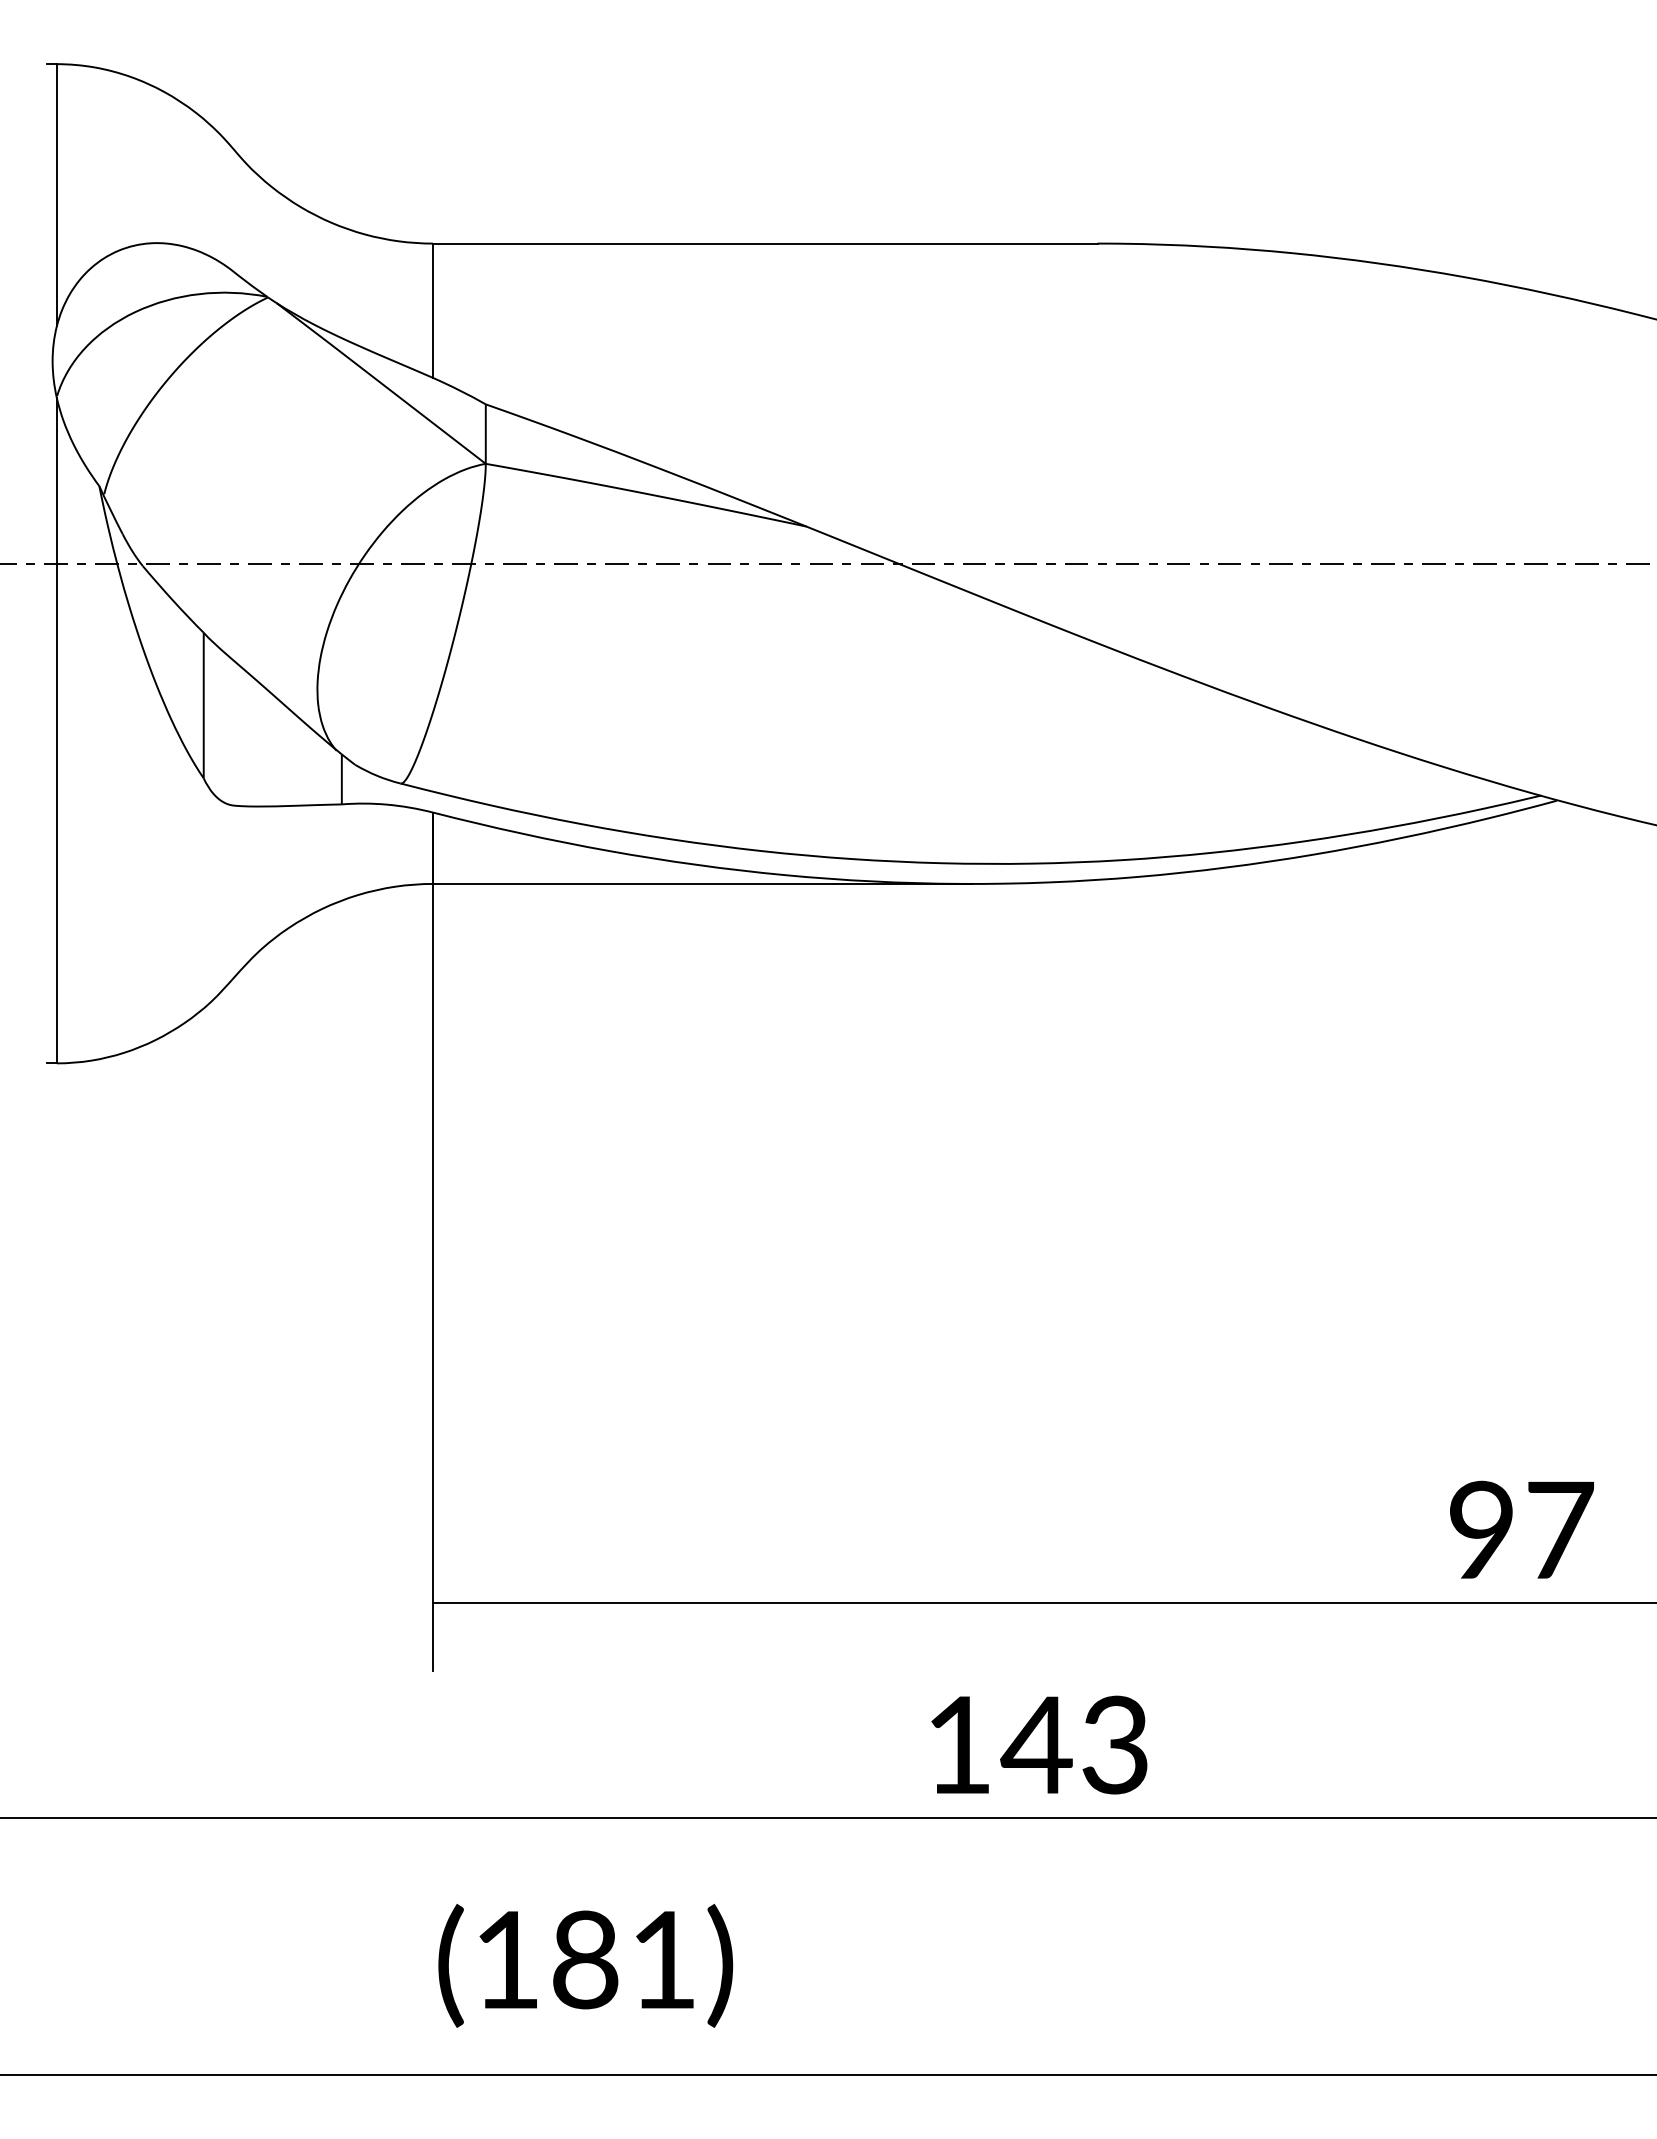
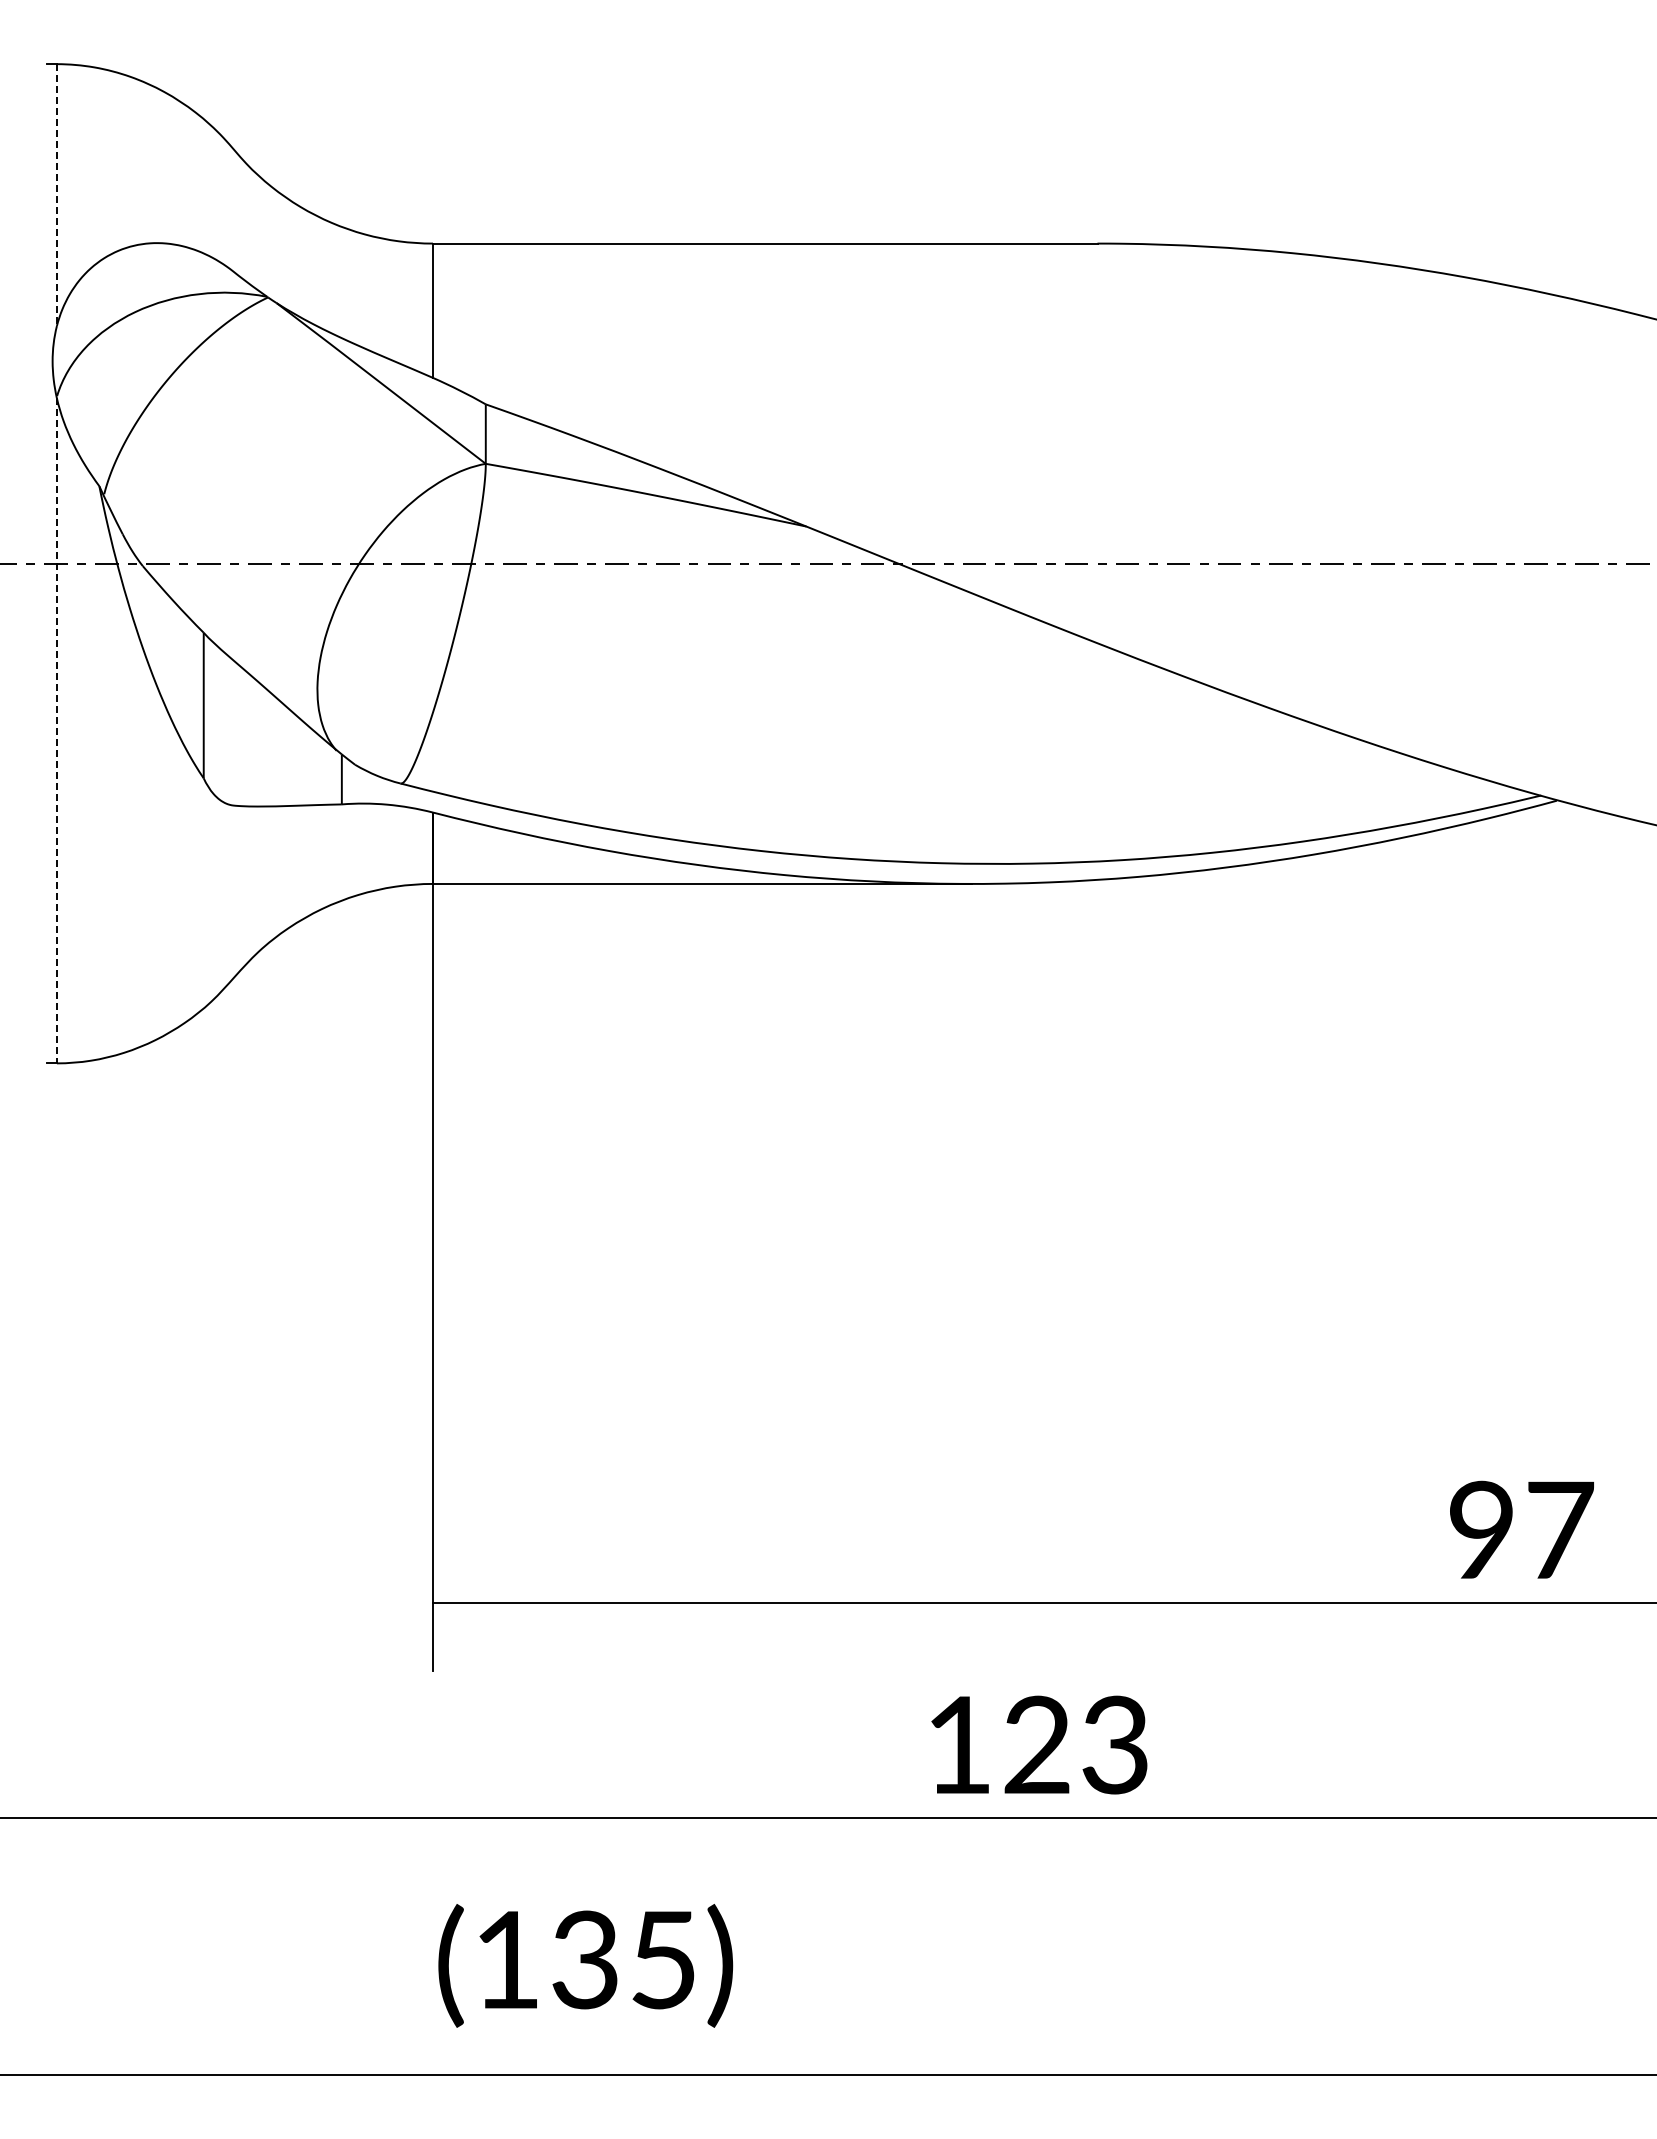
line at (56, 195): solid -> dashed
line at (56, 730): solid -> dashed
text at (1036, 1744): 143 -> 123
text at (623, 1959): (181) -> (135)
